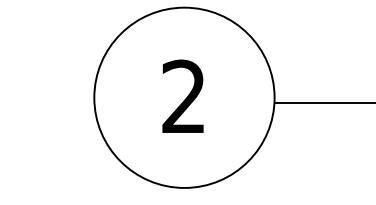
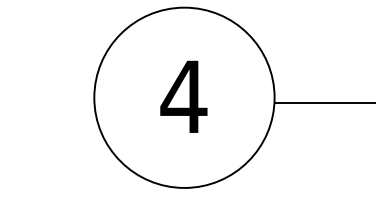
text at (183, 95): 2 -> 4
